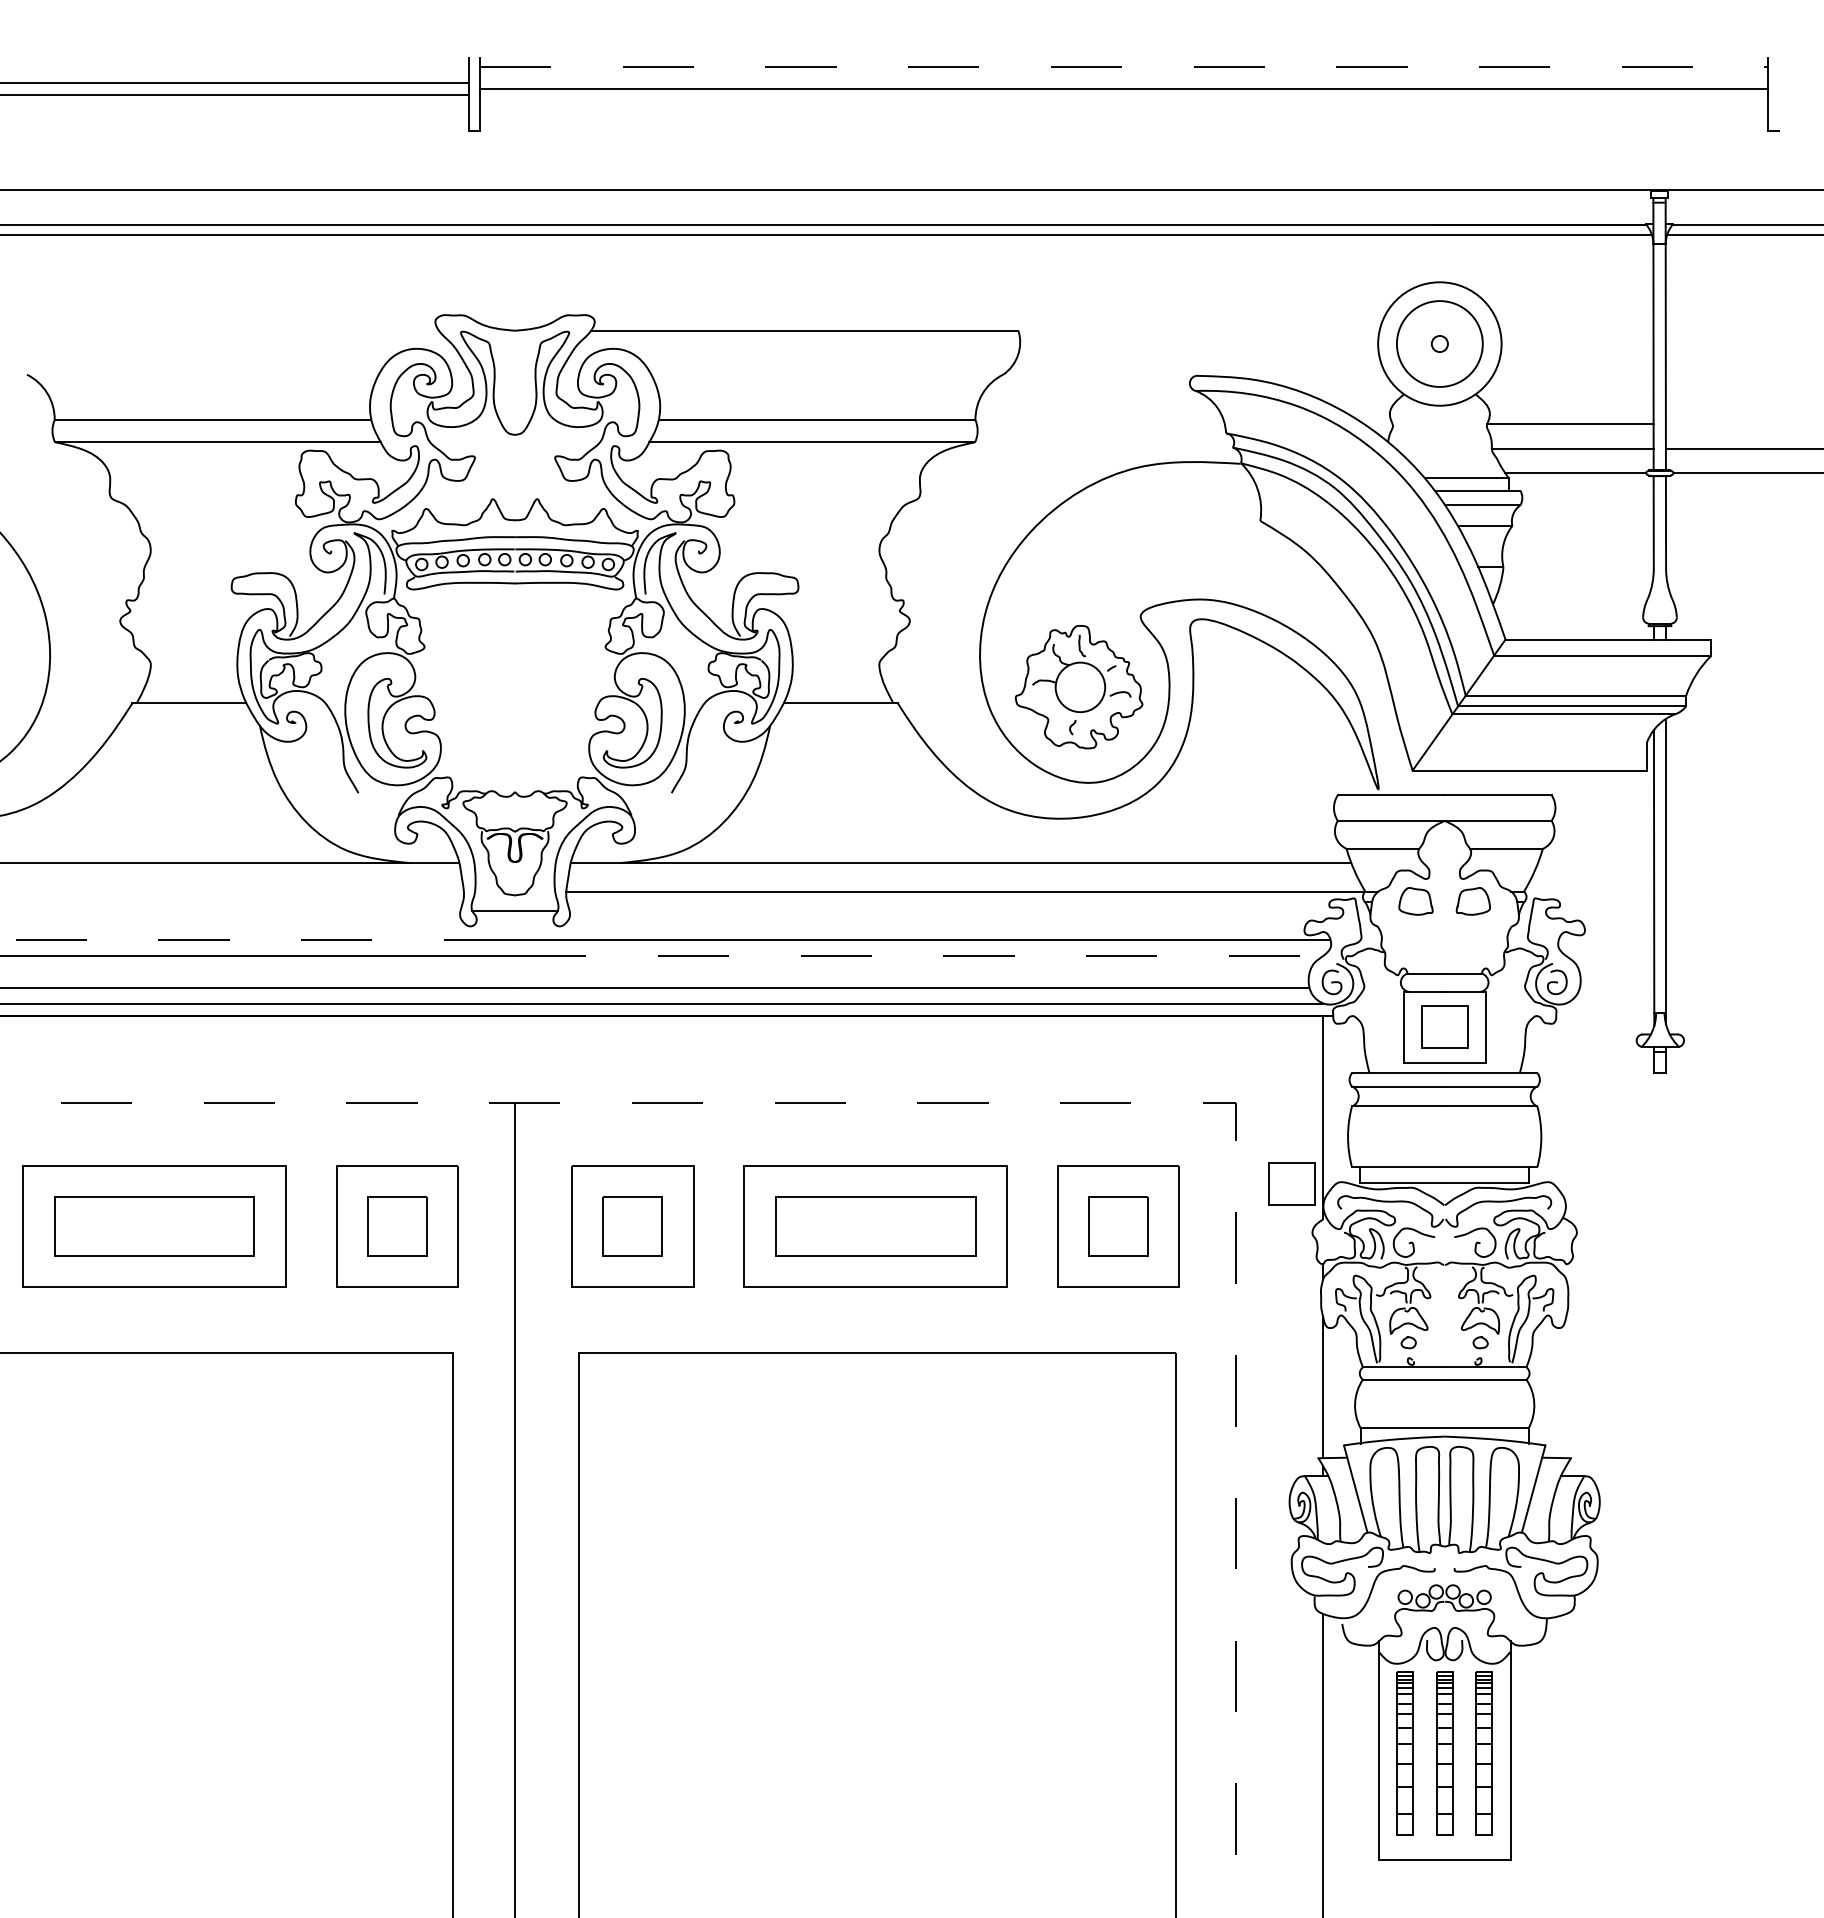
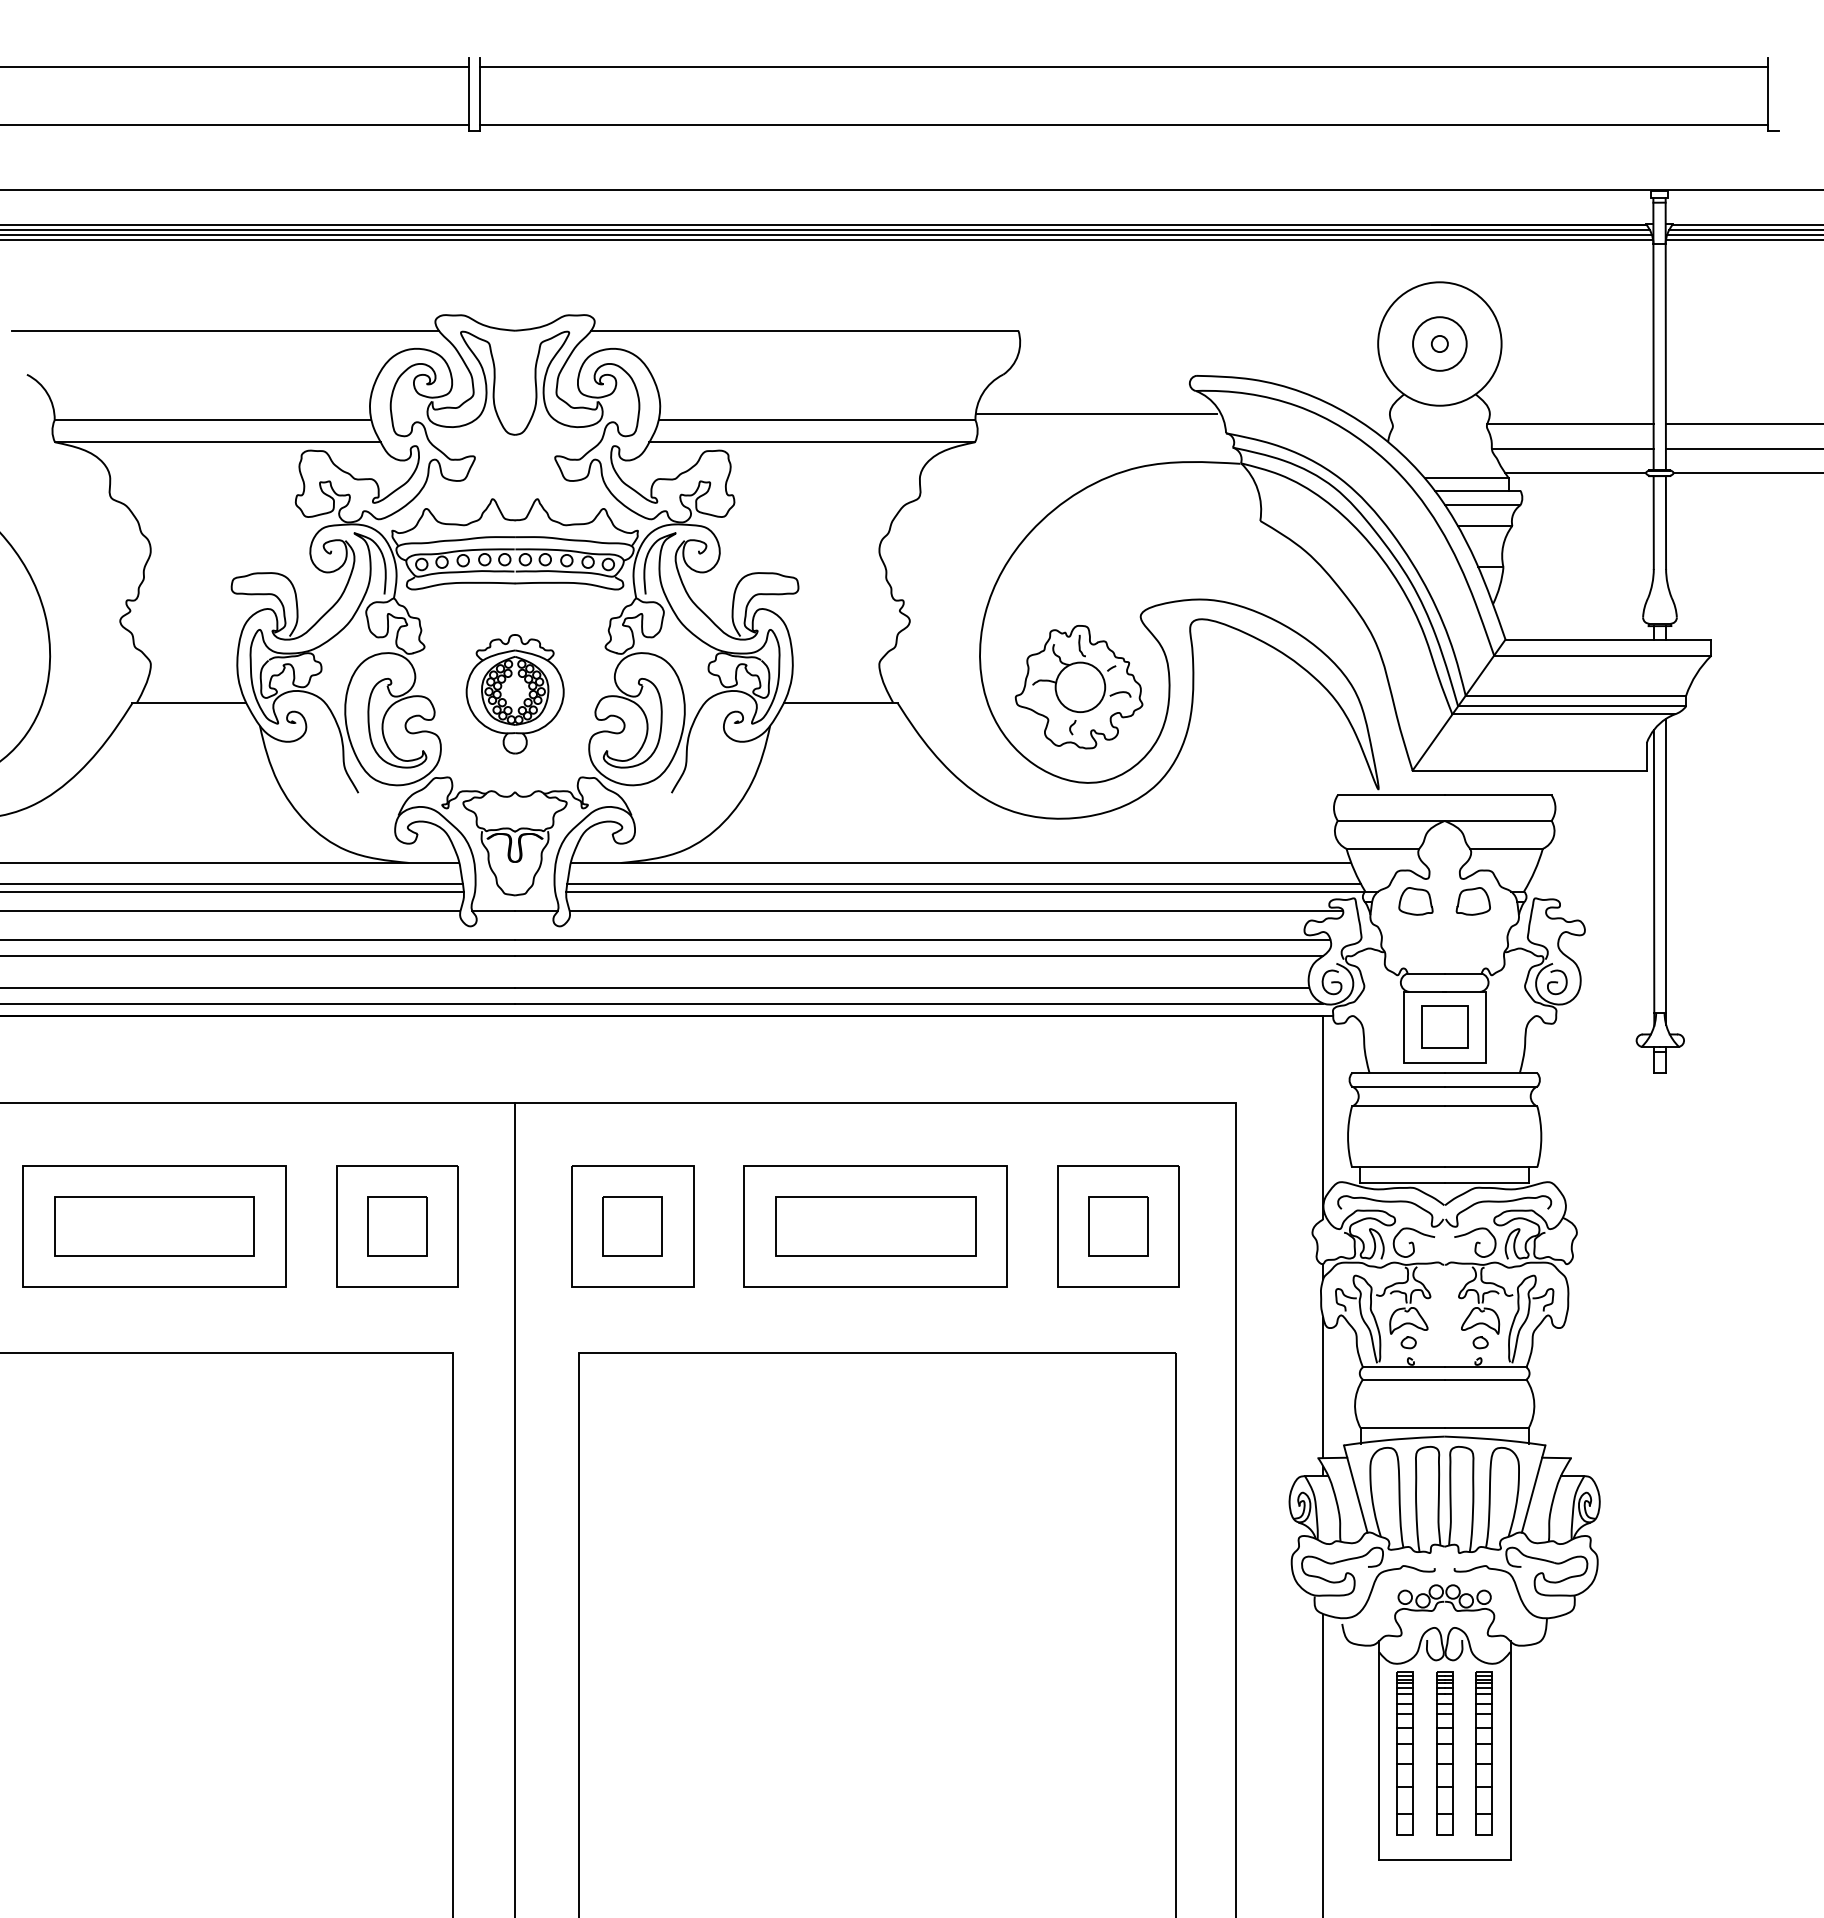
line at (1123, 66): dashed -> solid
line at (235, 83) position: (235, 83) -> (235, 125)
line at (1123, 89) position: (1123, 89) -> (1123, 125)
line at (235, 94) position: (235, 94) -> (235, 66)
line at (825, 230): none -> present
line at (1744, 230): none -> present
line at (827, 239): none -> present
line at (1743, 239): none -> present
line at (224, 330): none -> present
circle at (1439, 343) diameter: 86 px -> 54 px
line at (1096, 414): none -> present
line at (1742, 424): none -> present
part at (514, 694): none -> present
line at (232, 884): none -> present
line at (964, 884): none -> present
line at (232, 891): none -> present
line at (231, 910): none -> present
line at (956, 910): none -> present
line at (257, 939): dashed -> solid
line at (919, 955): dashed -> solid
line at (1026, 1103): dashed -> solid
part at (1291, 1183): present -> none
